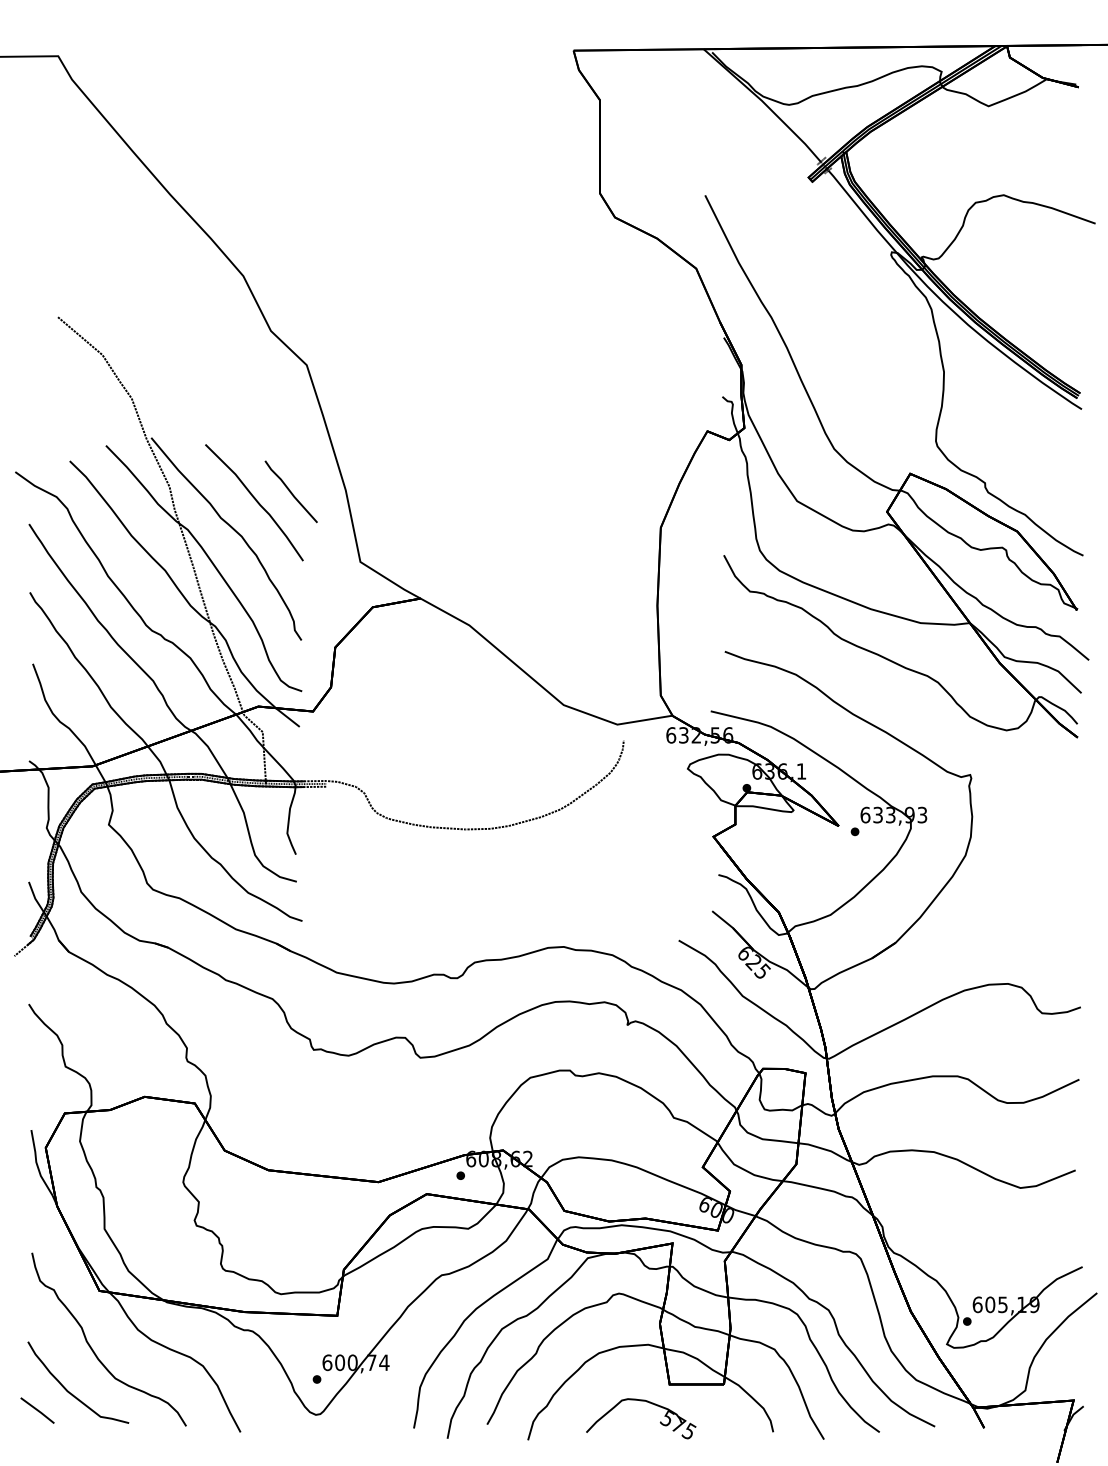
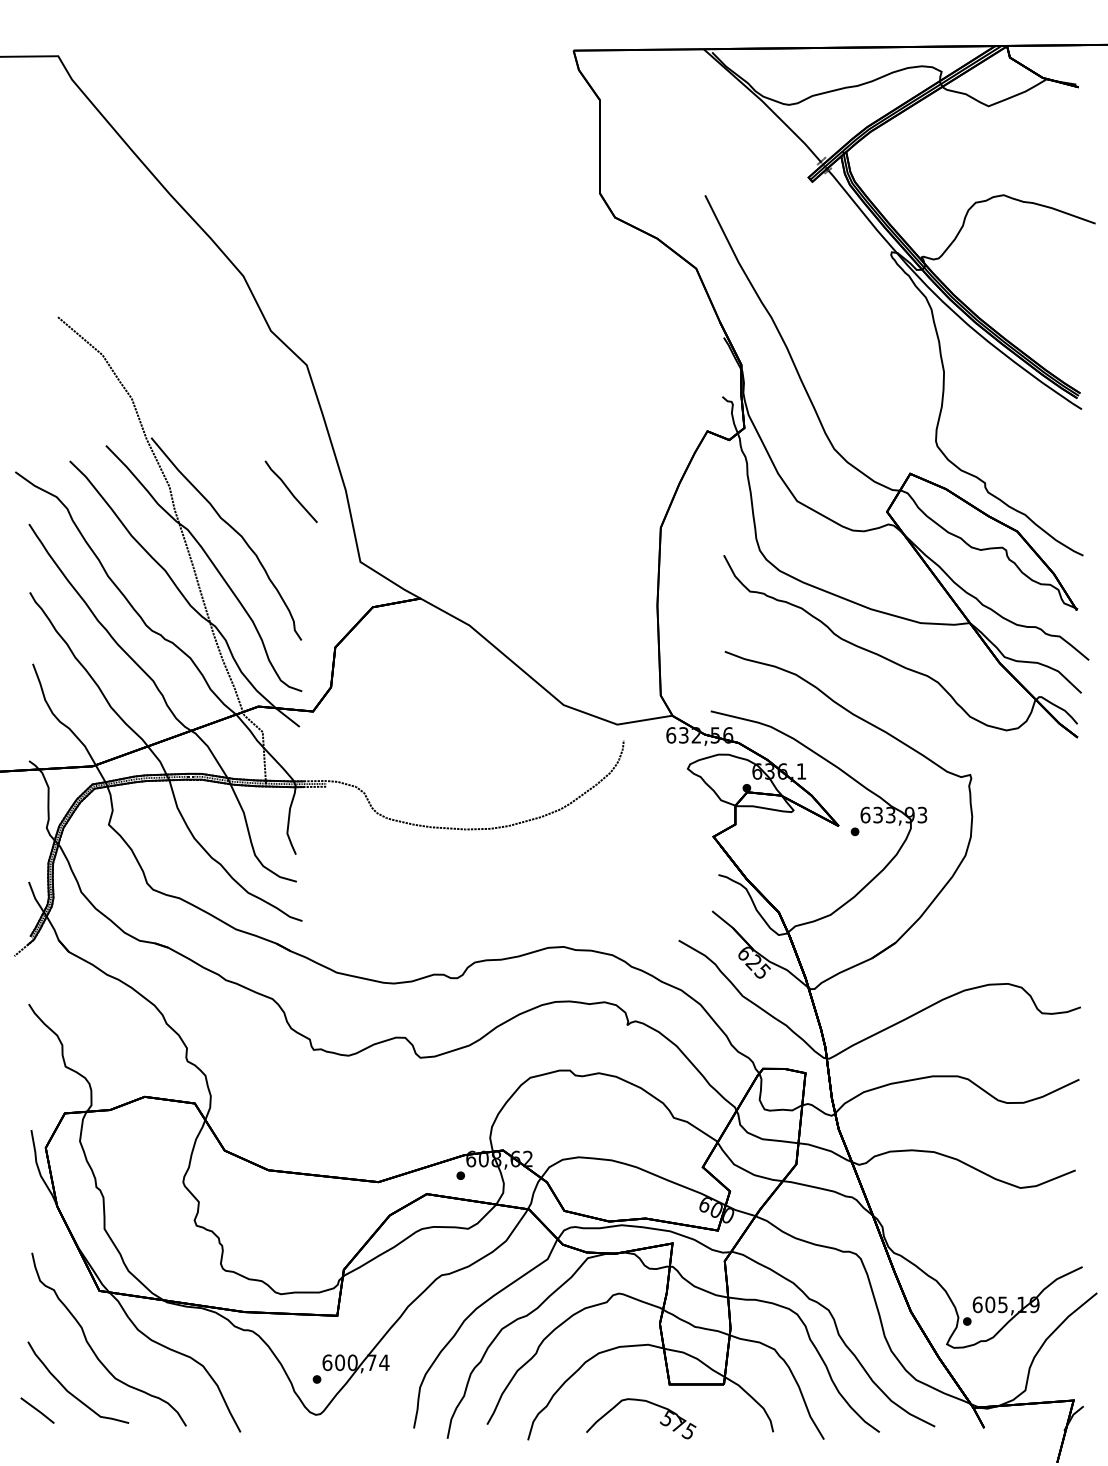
curve at (256, 502): present -> none
